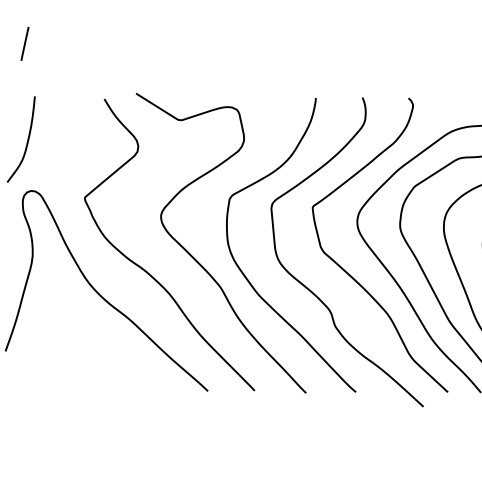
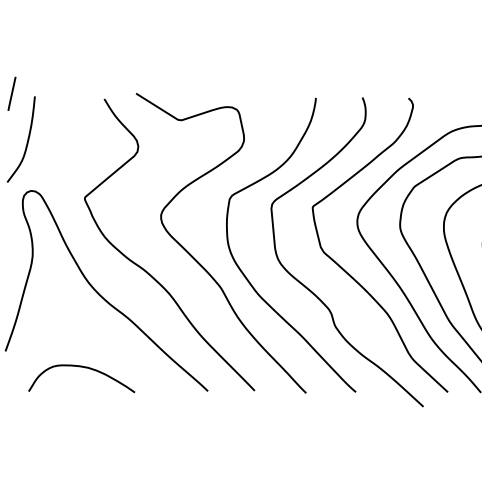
line at (24, 43) position: (24, 43) -> (11, 93)
curve at (85, 368): none -> present
